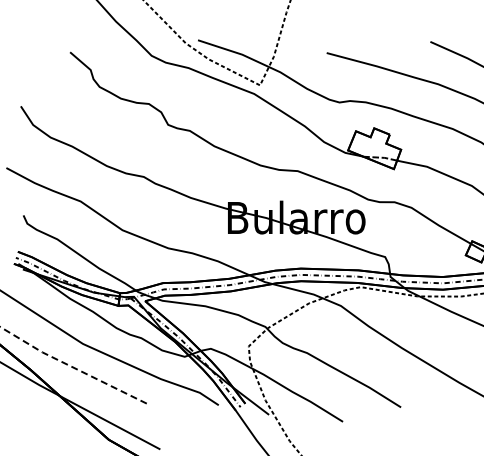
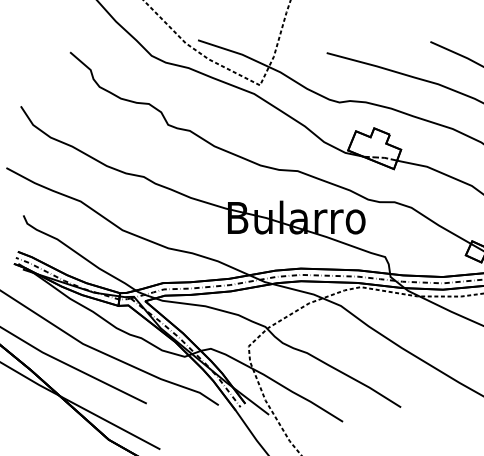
line at (71, 366): dashed -> solid
